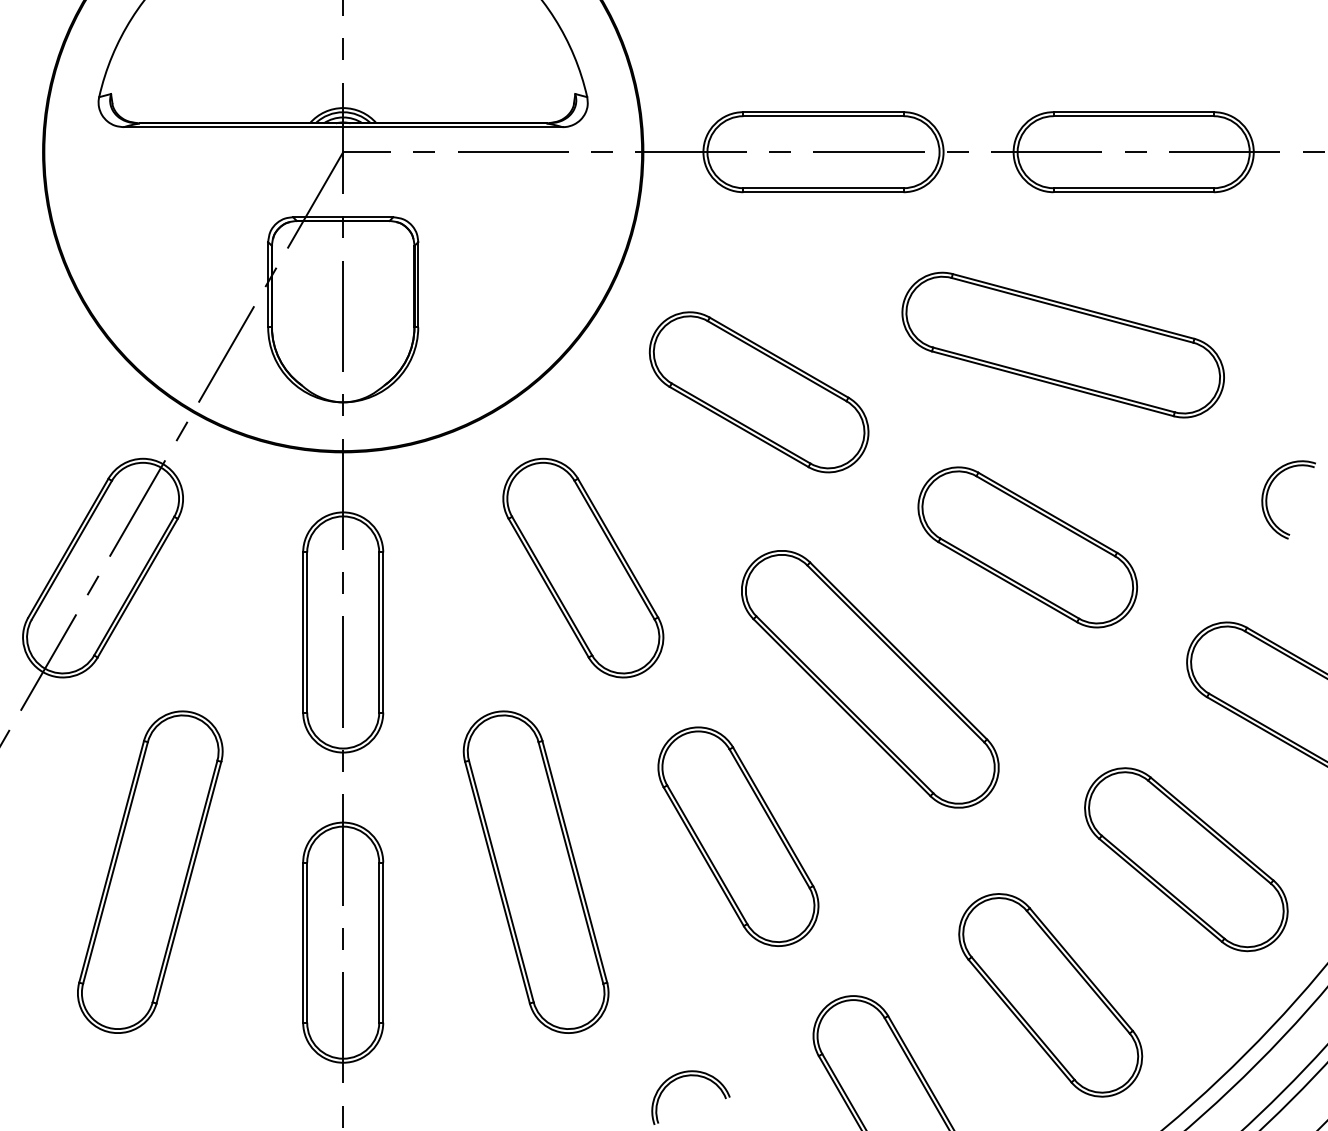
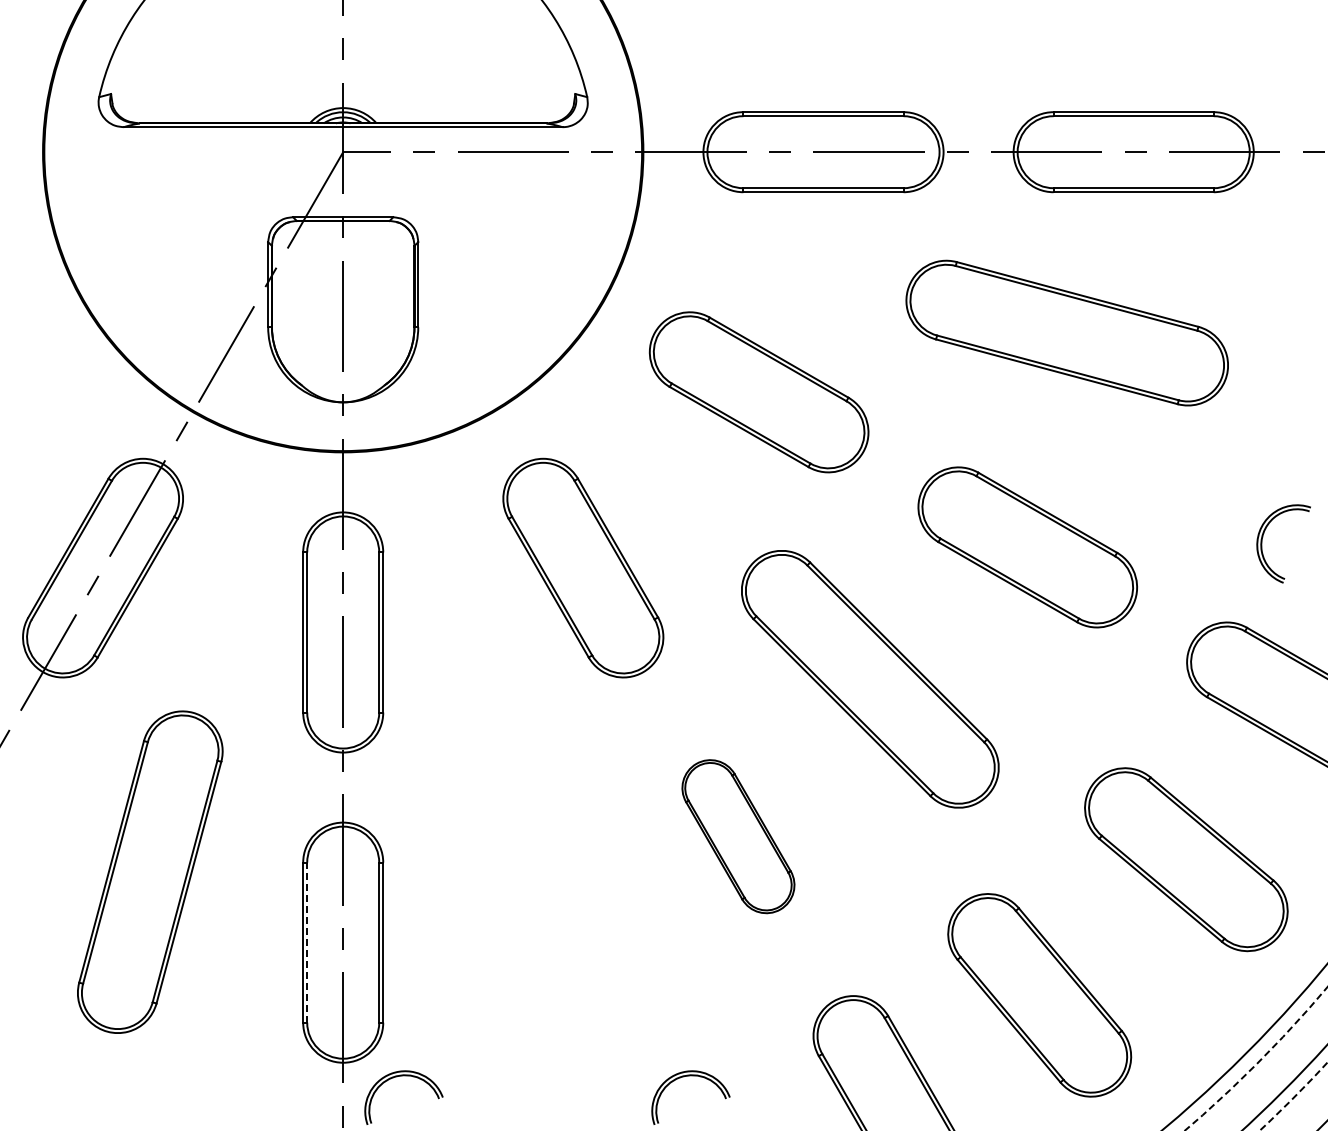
part at (1062, 344) position: (1062, 344) -> (1066, 332)
part at (1268, 493) position: (1268, 493) -> (1263, 537)
part at (738, 836) size: 163x221 px -> 115x156 px
part at (535, 871): present -> none
line at (307, 942): solid -> dashed
part at (1050, 995) position: (1050, 995) -> (1039, 995)
arc at (1259, 1061): solid -> dashed
part at (403, 1076): none -> present
circle at (1293, 1096): solid -> dashed
